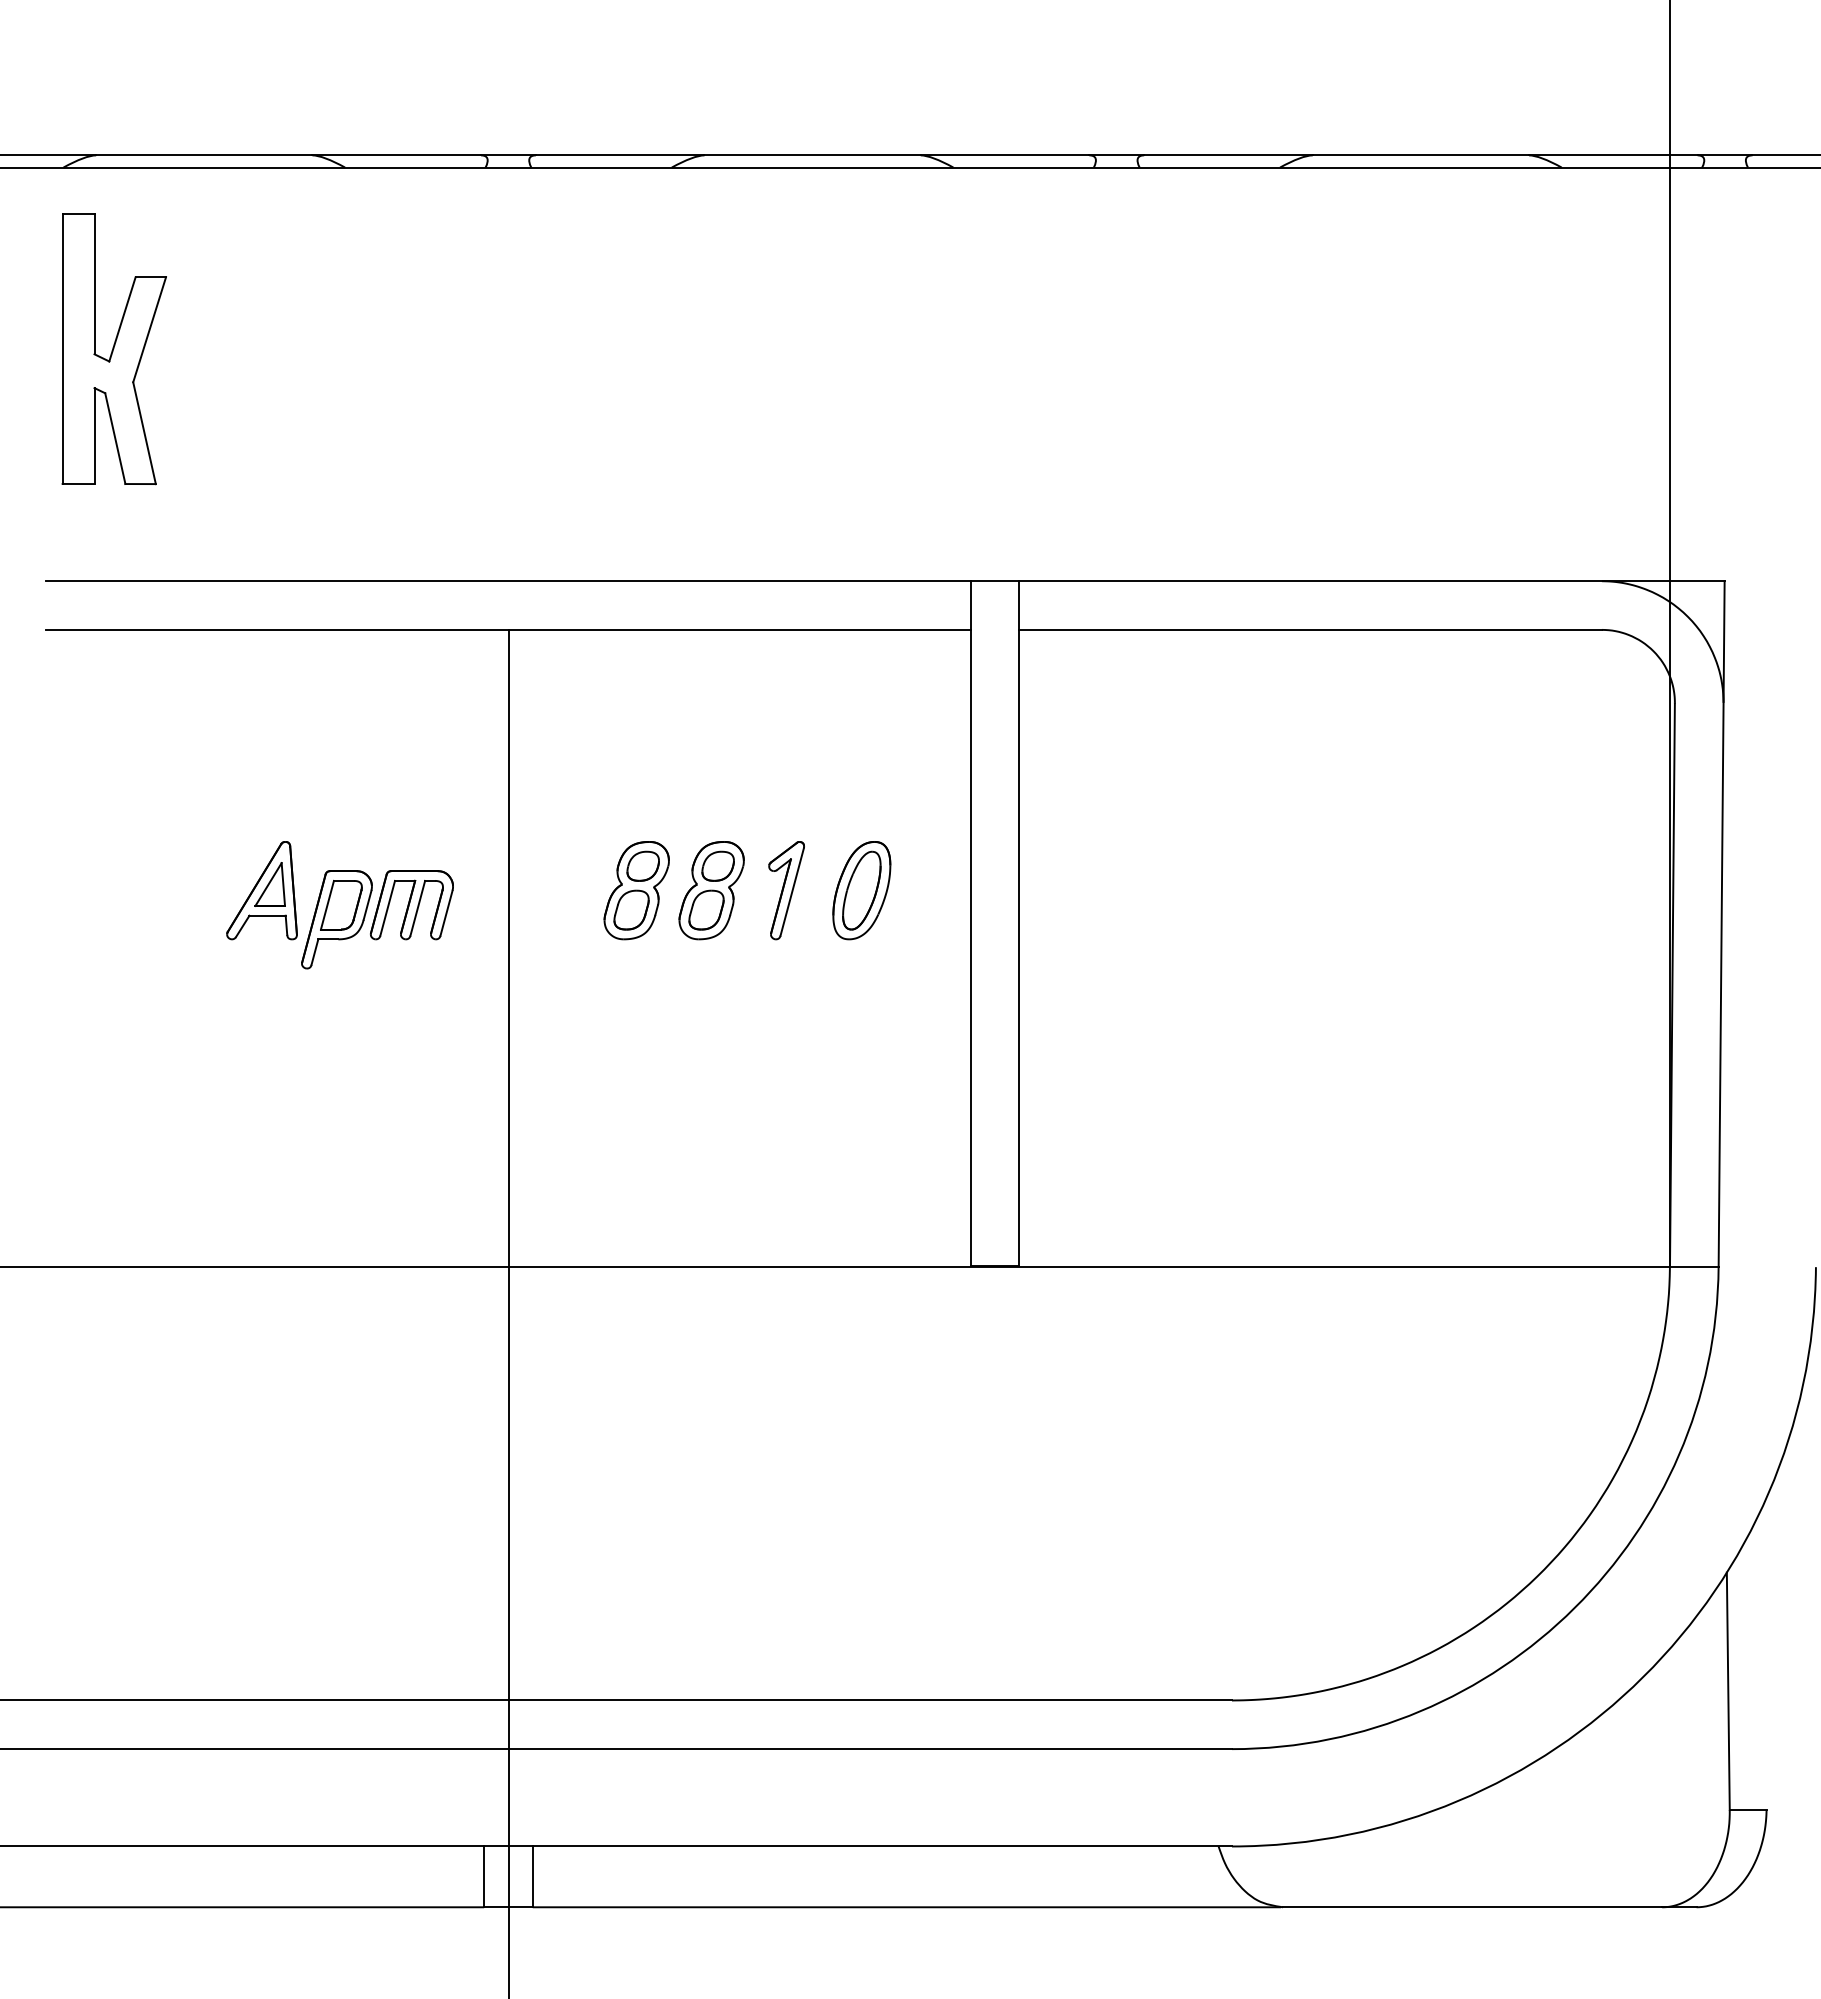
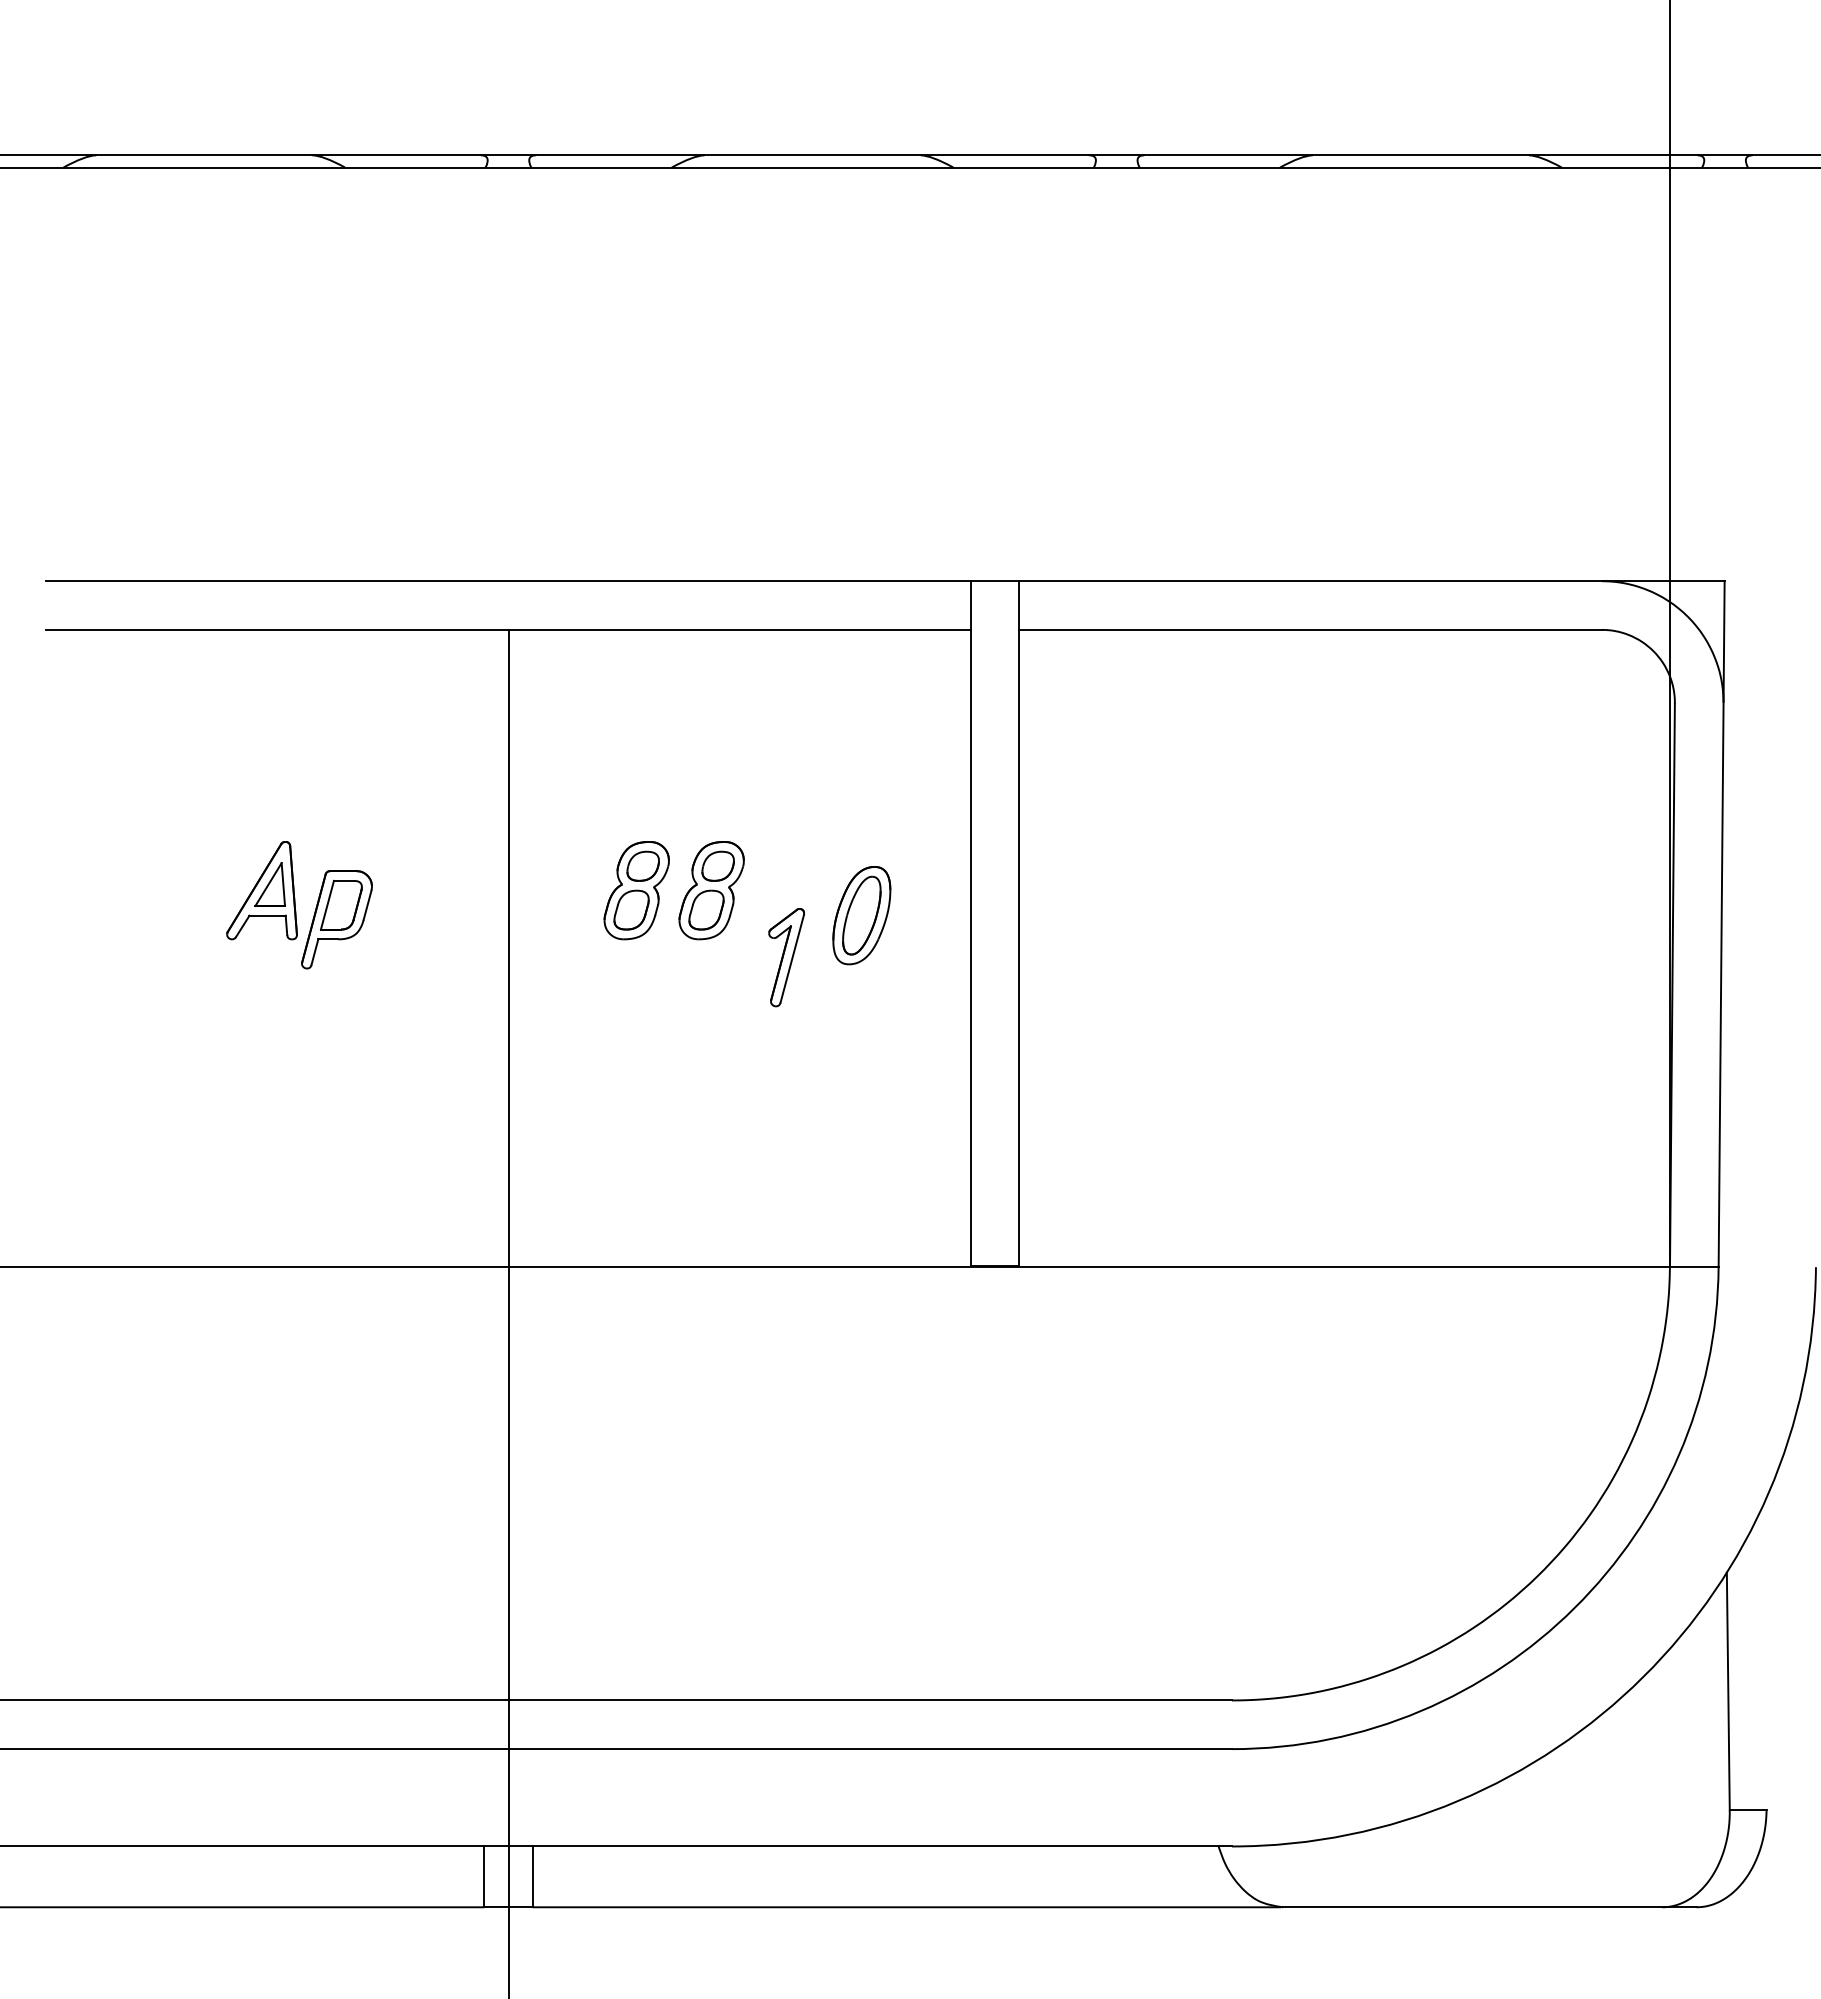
part at (113, 349): present -> none
part at (786, 890) position: (786, 890) -> (786, 957)
part at (861, 890) position: (861, 890) -> (861, 915)
part at (411, 905): present -> none
